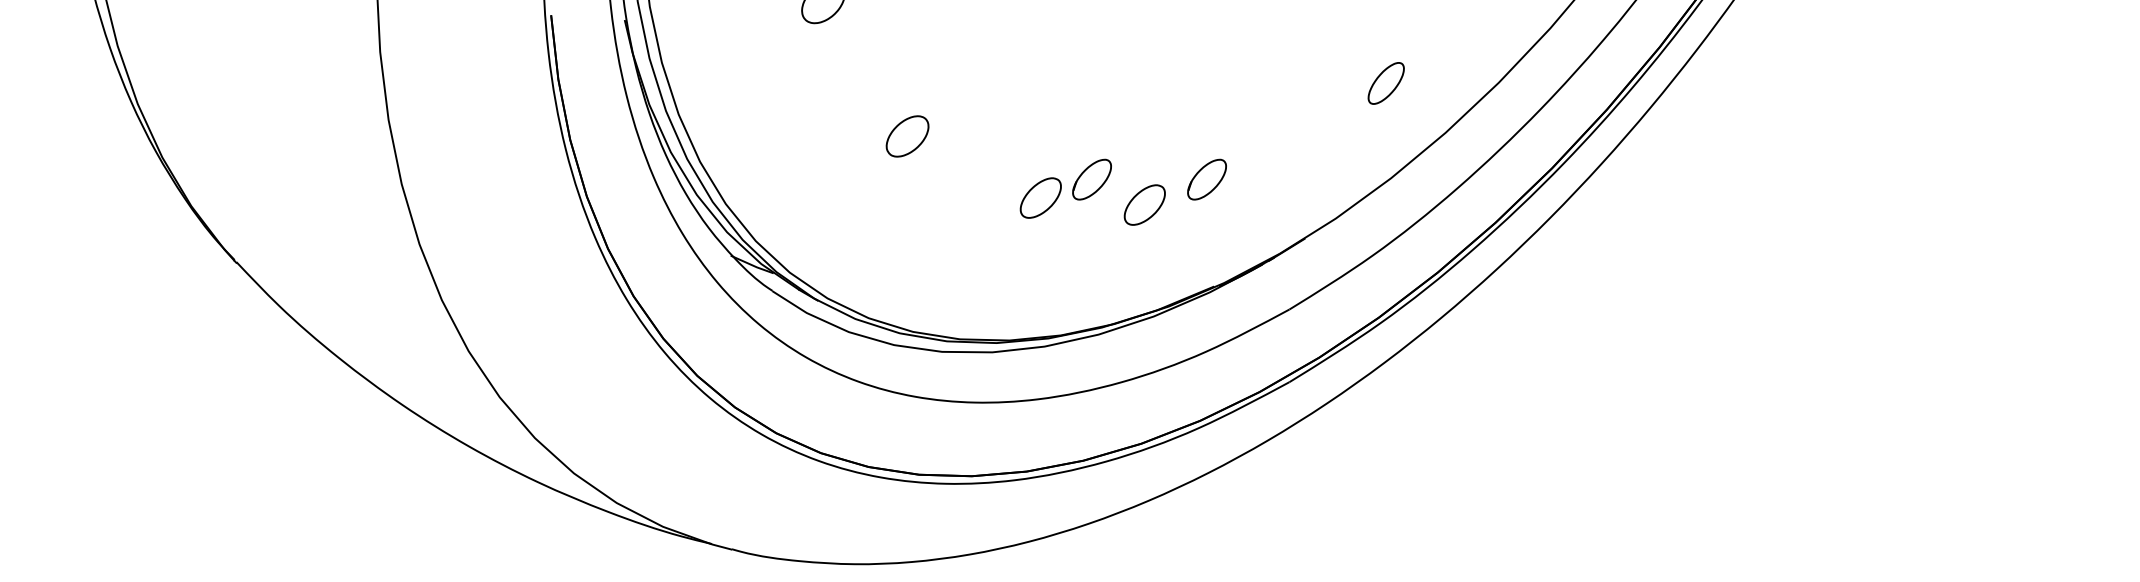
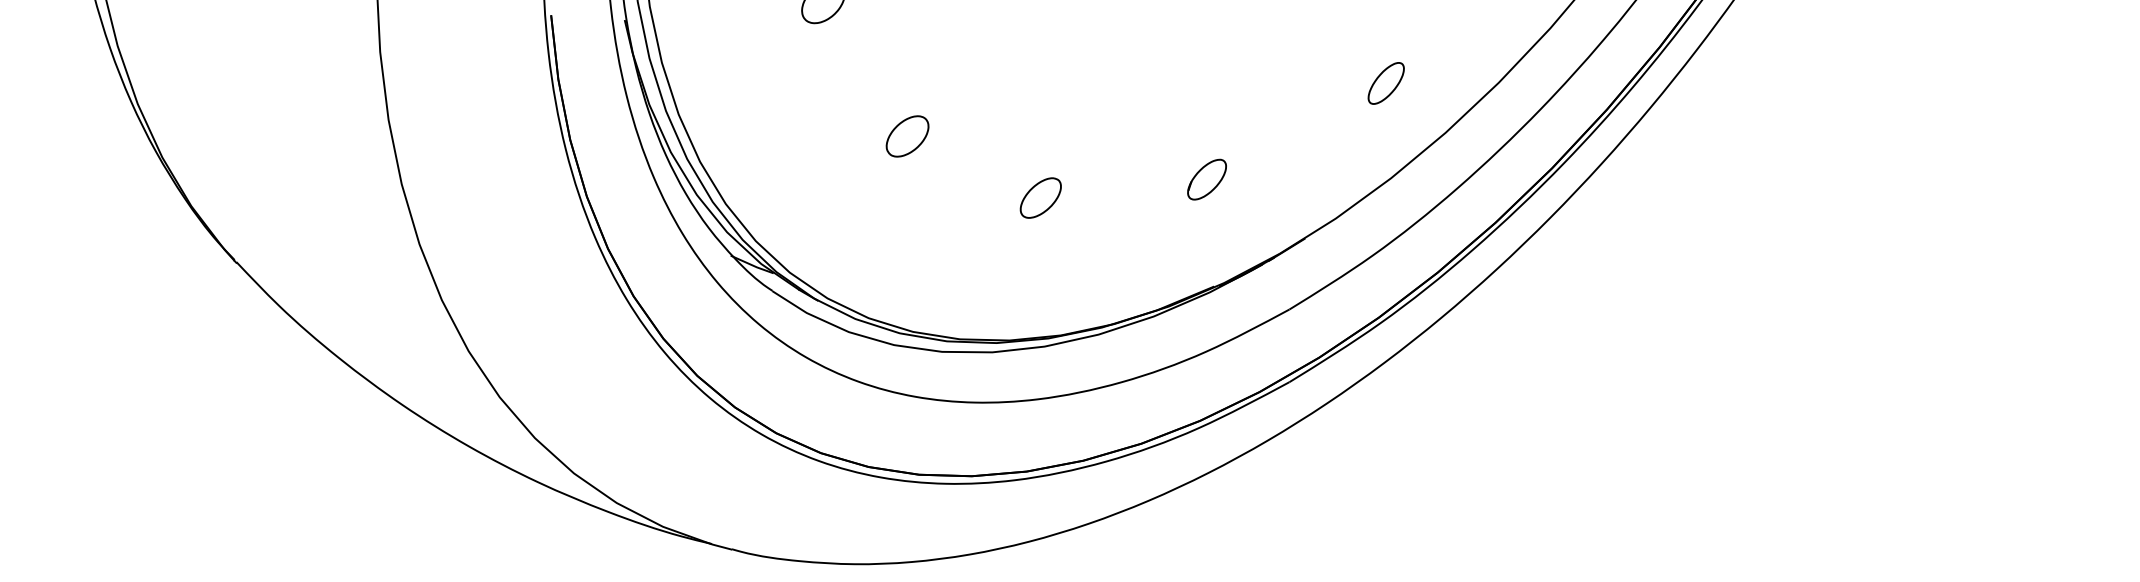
part at (1091, 179): present -> none
part at (1144, 204): present -> none
